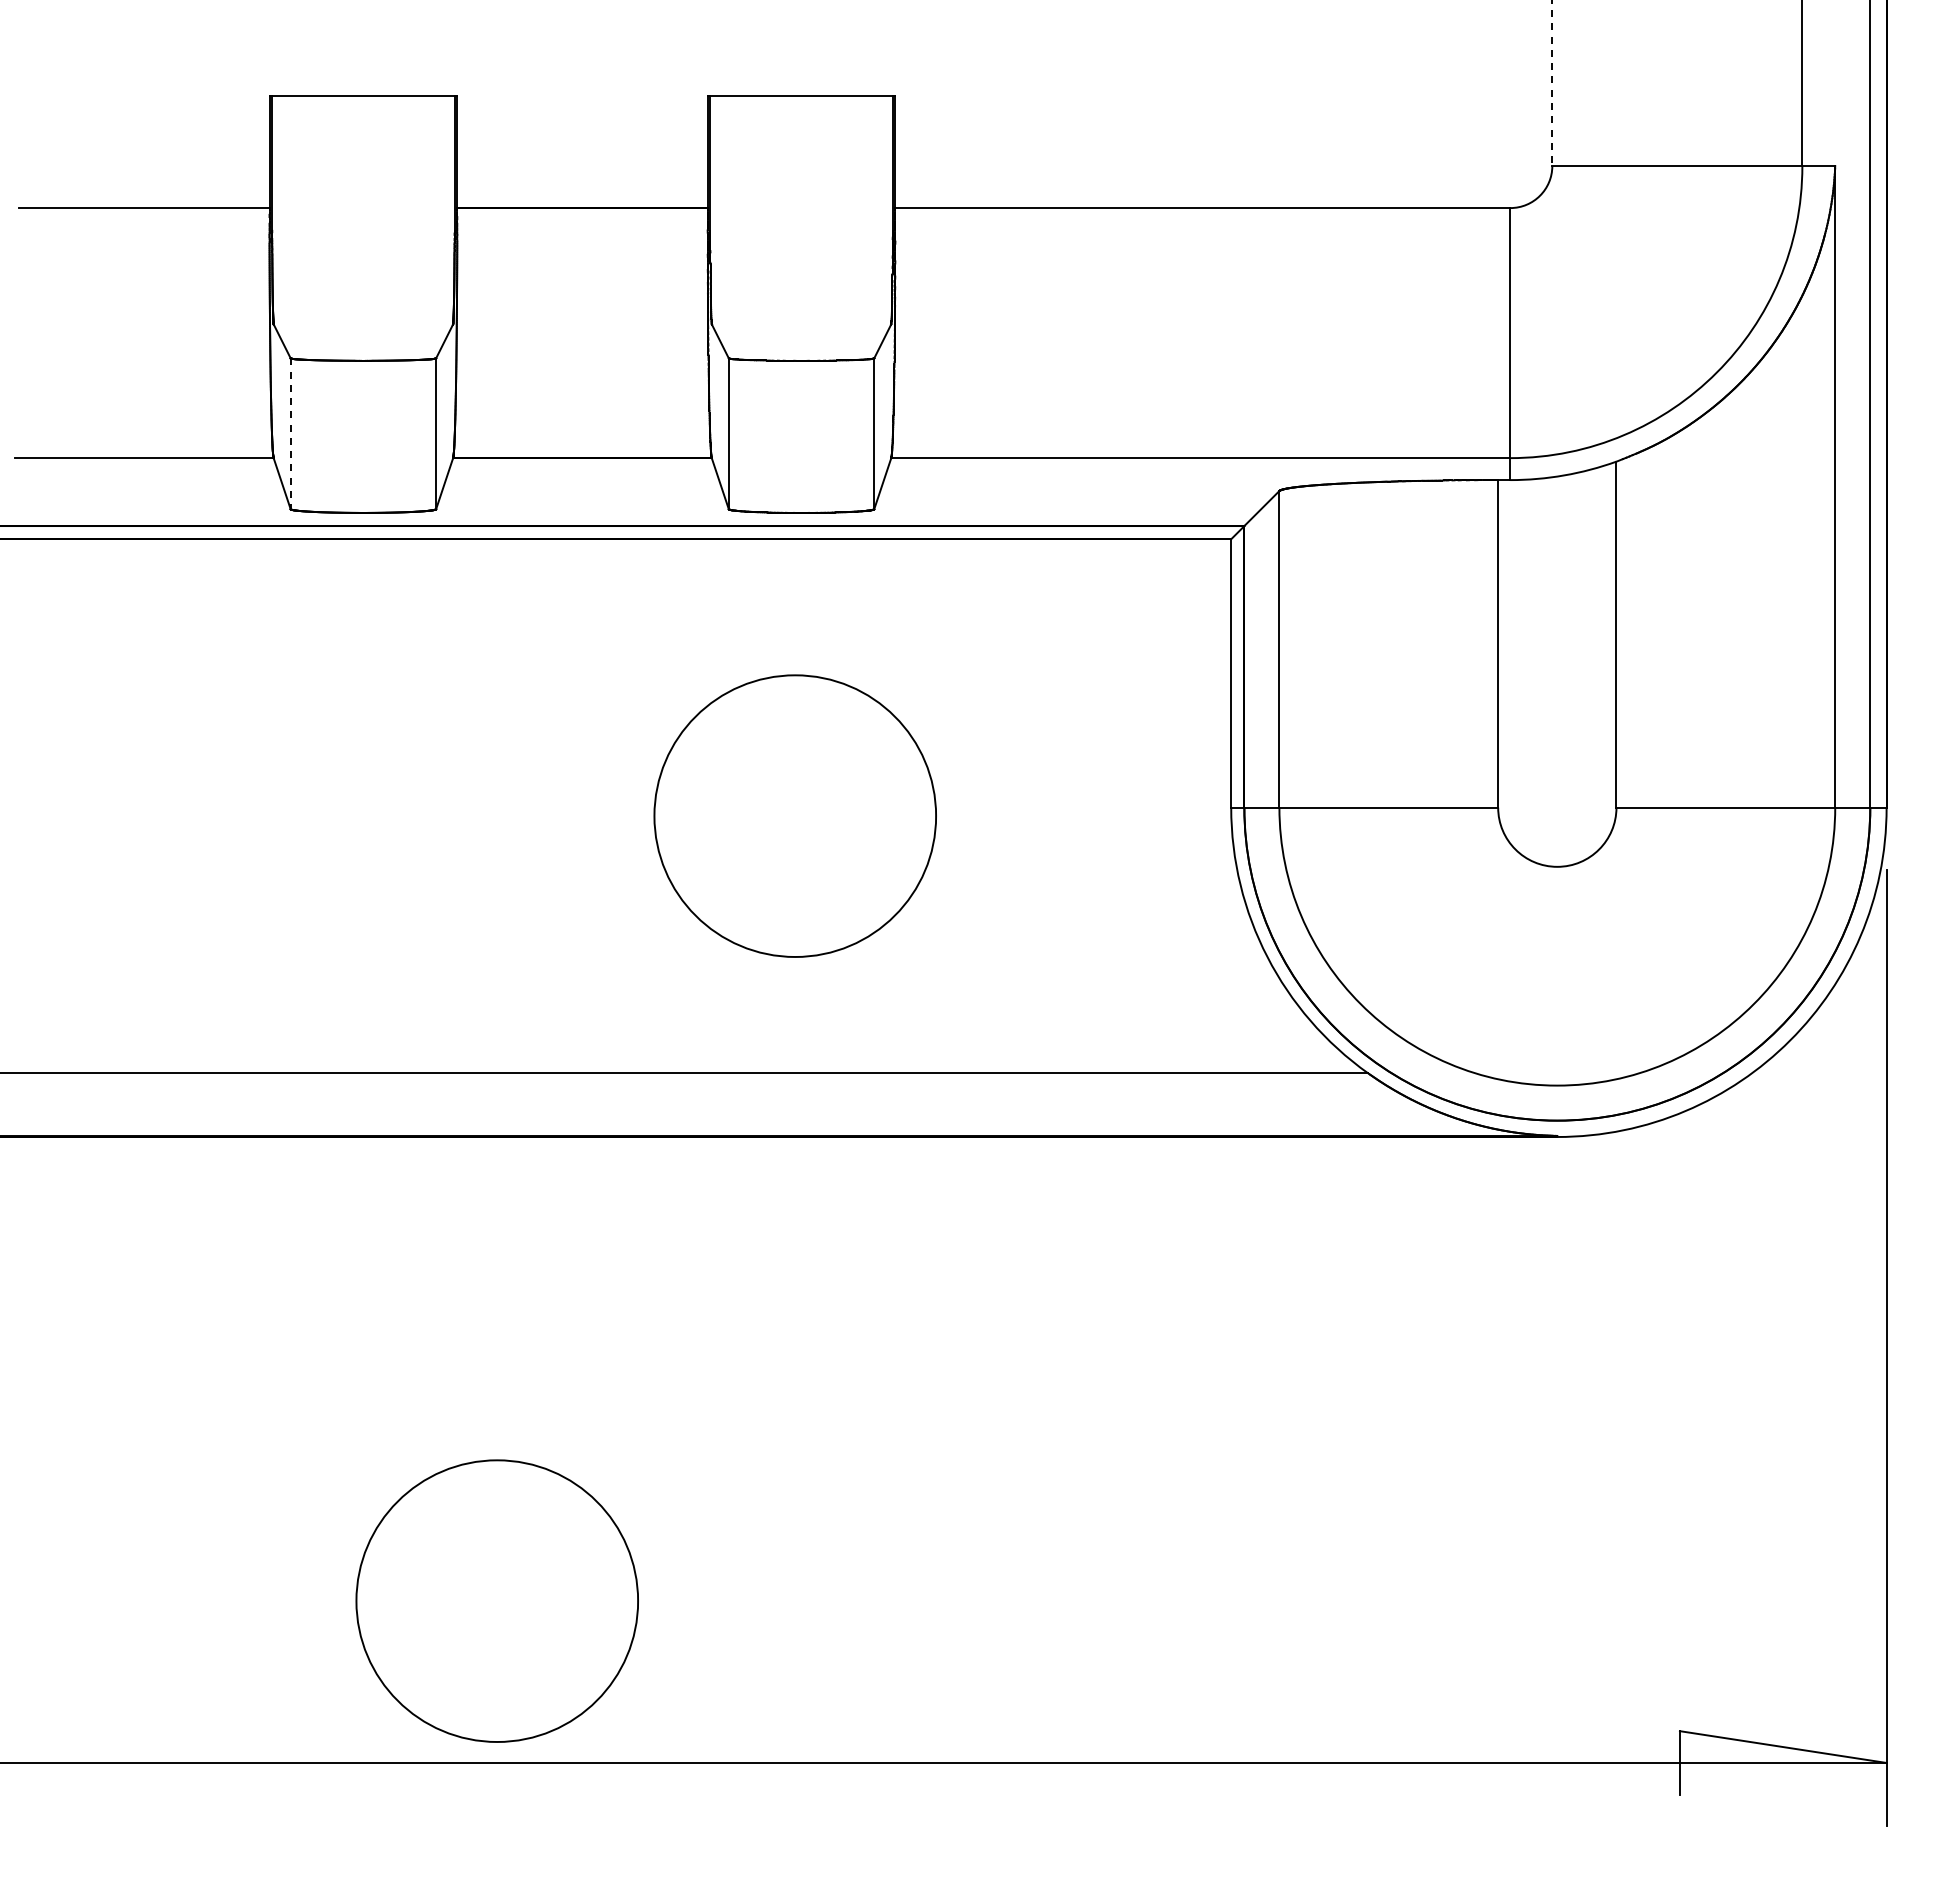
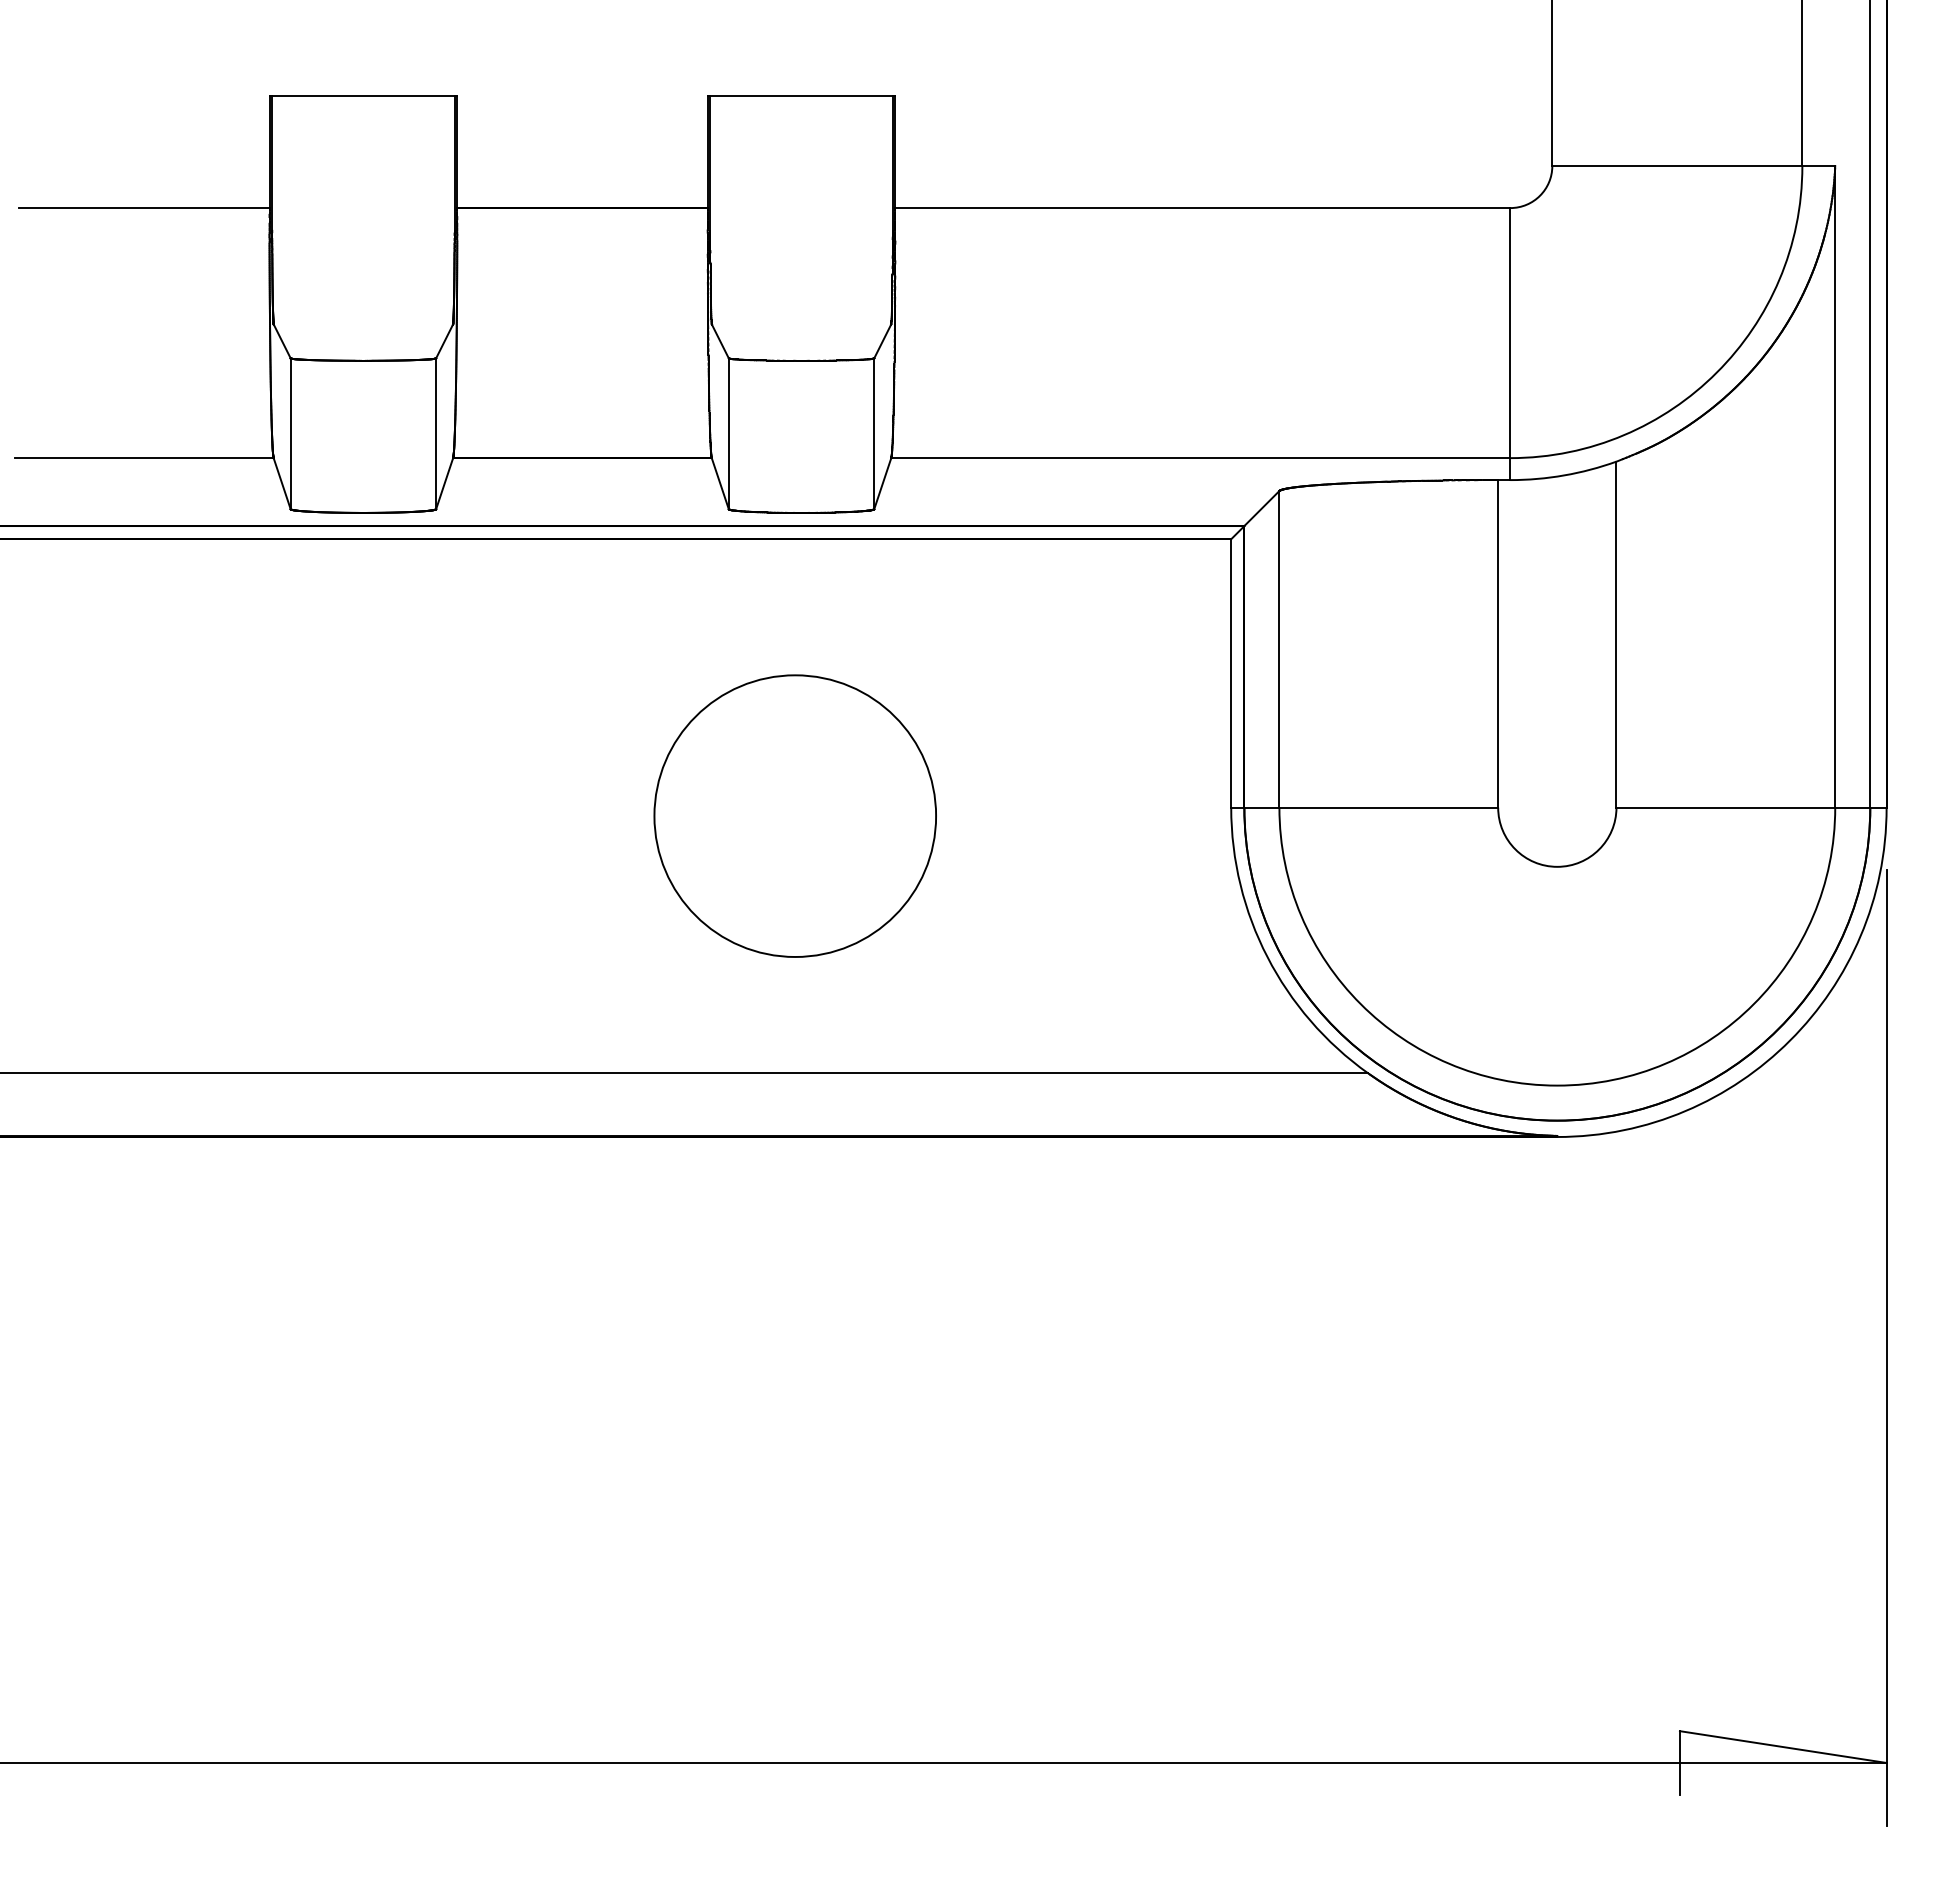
line at (1552, 83): dashed -> solid
line at (290, 434): dashed -> solid
circle at (496, 1600): present -> none
